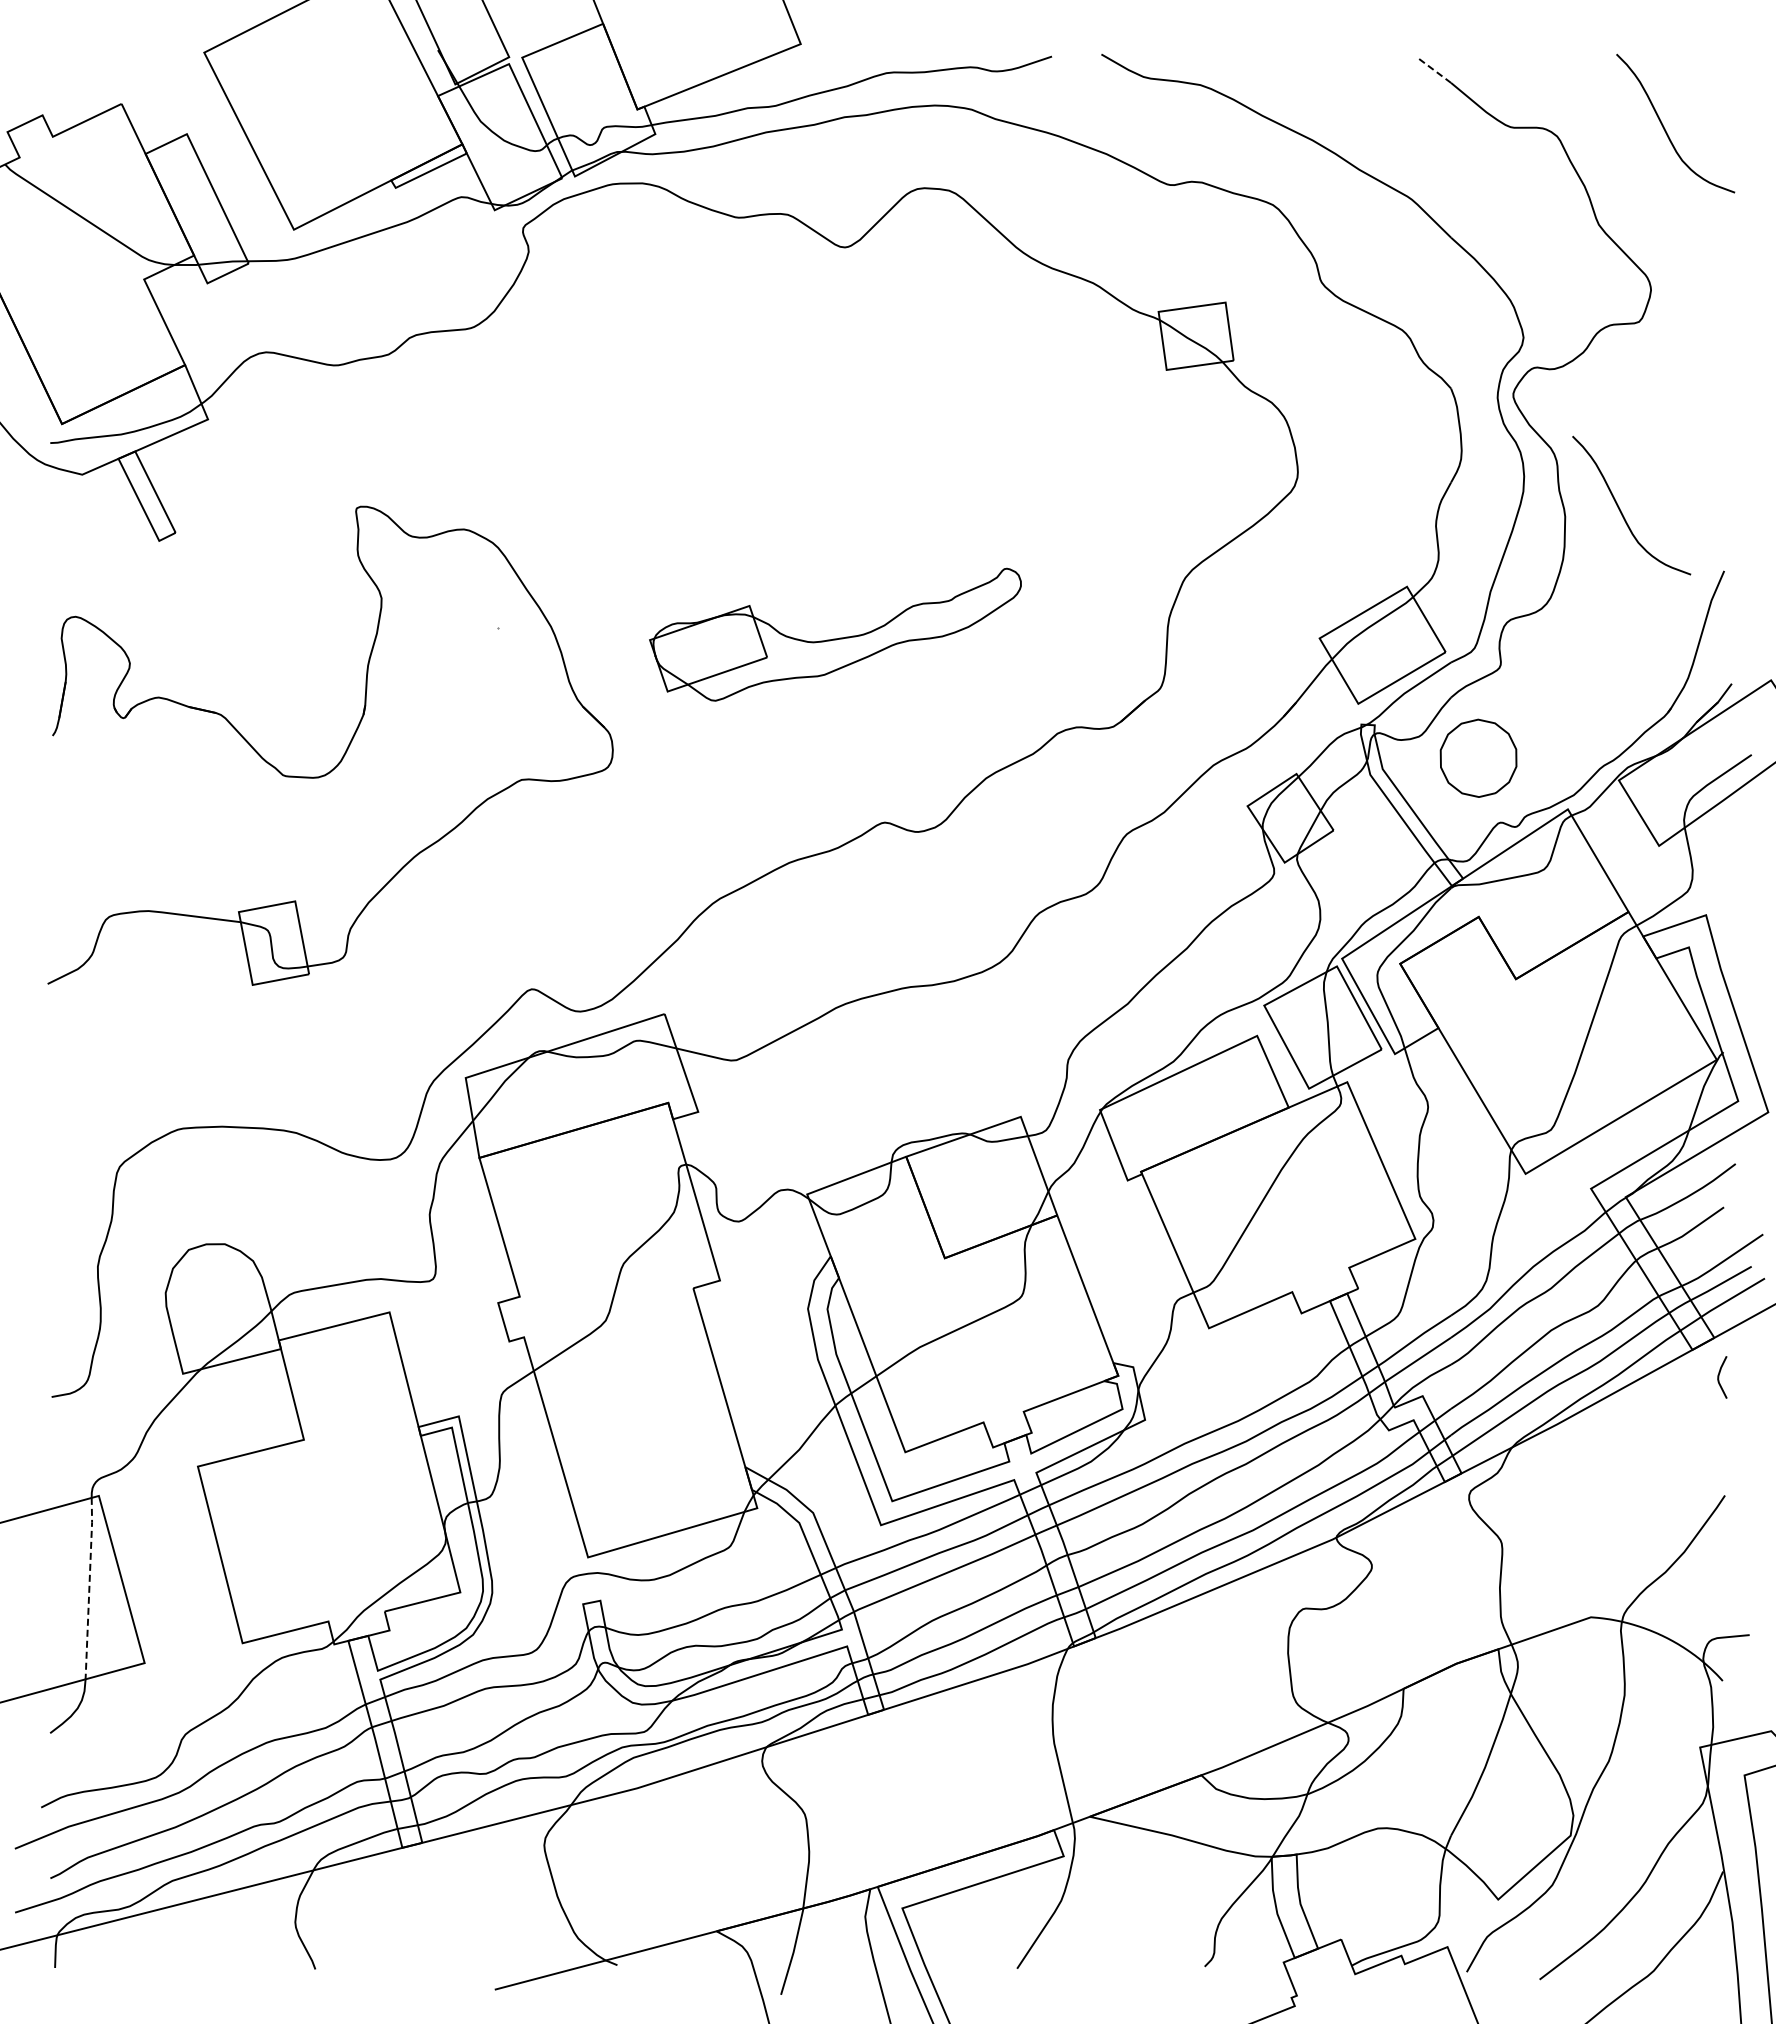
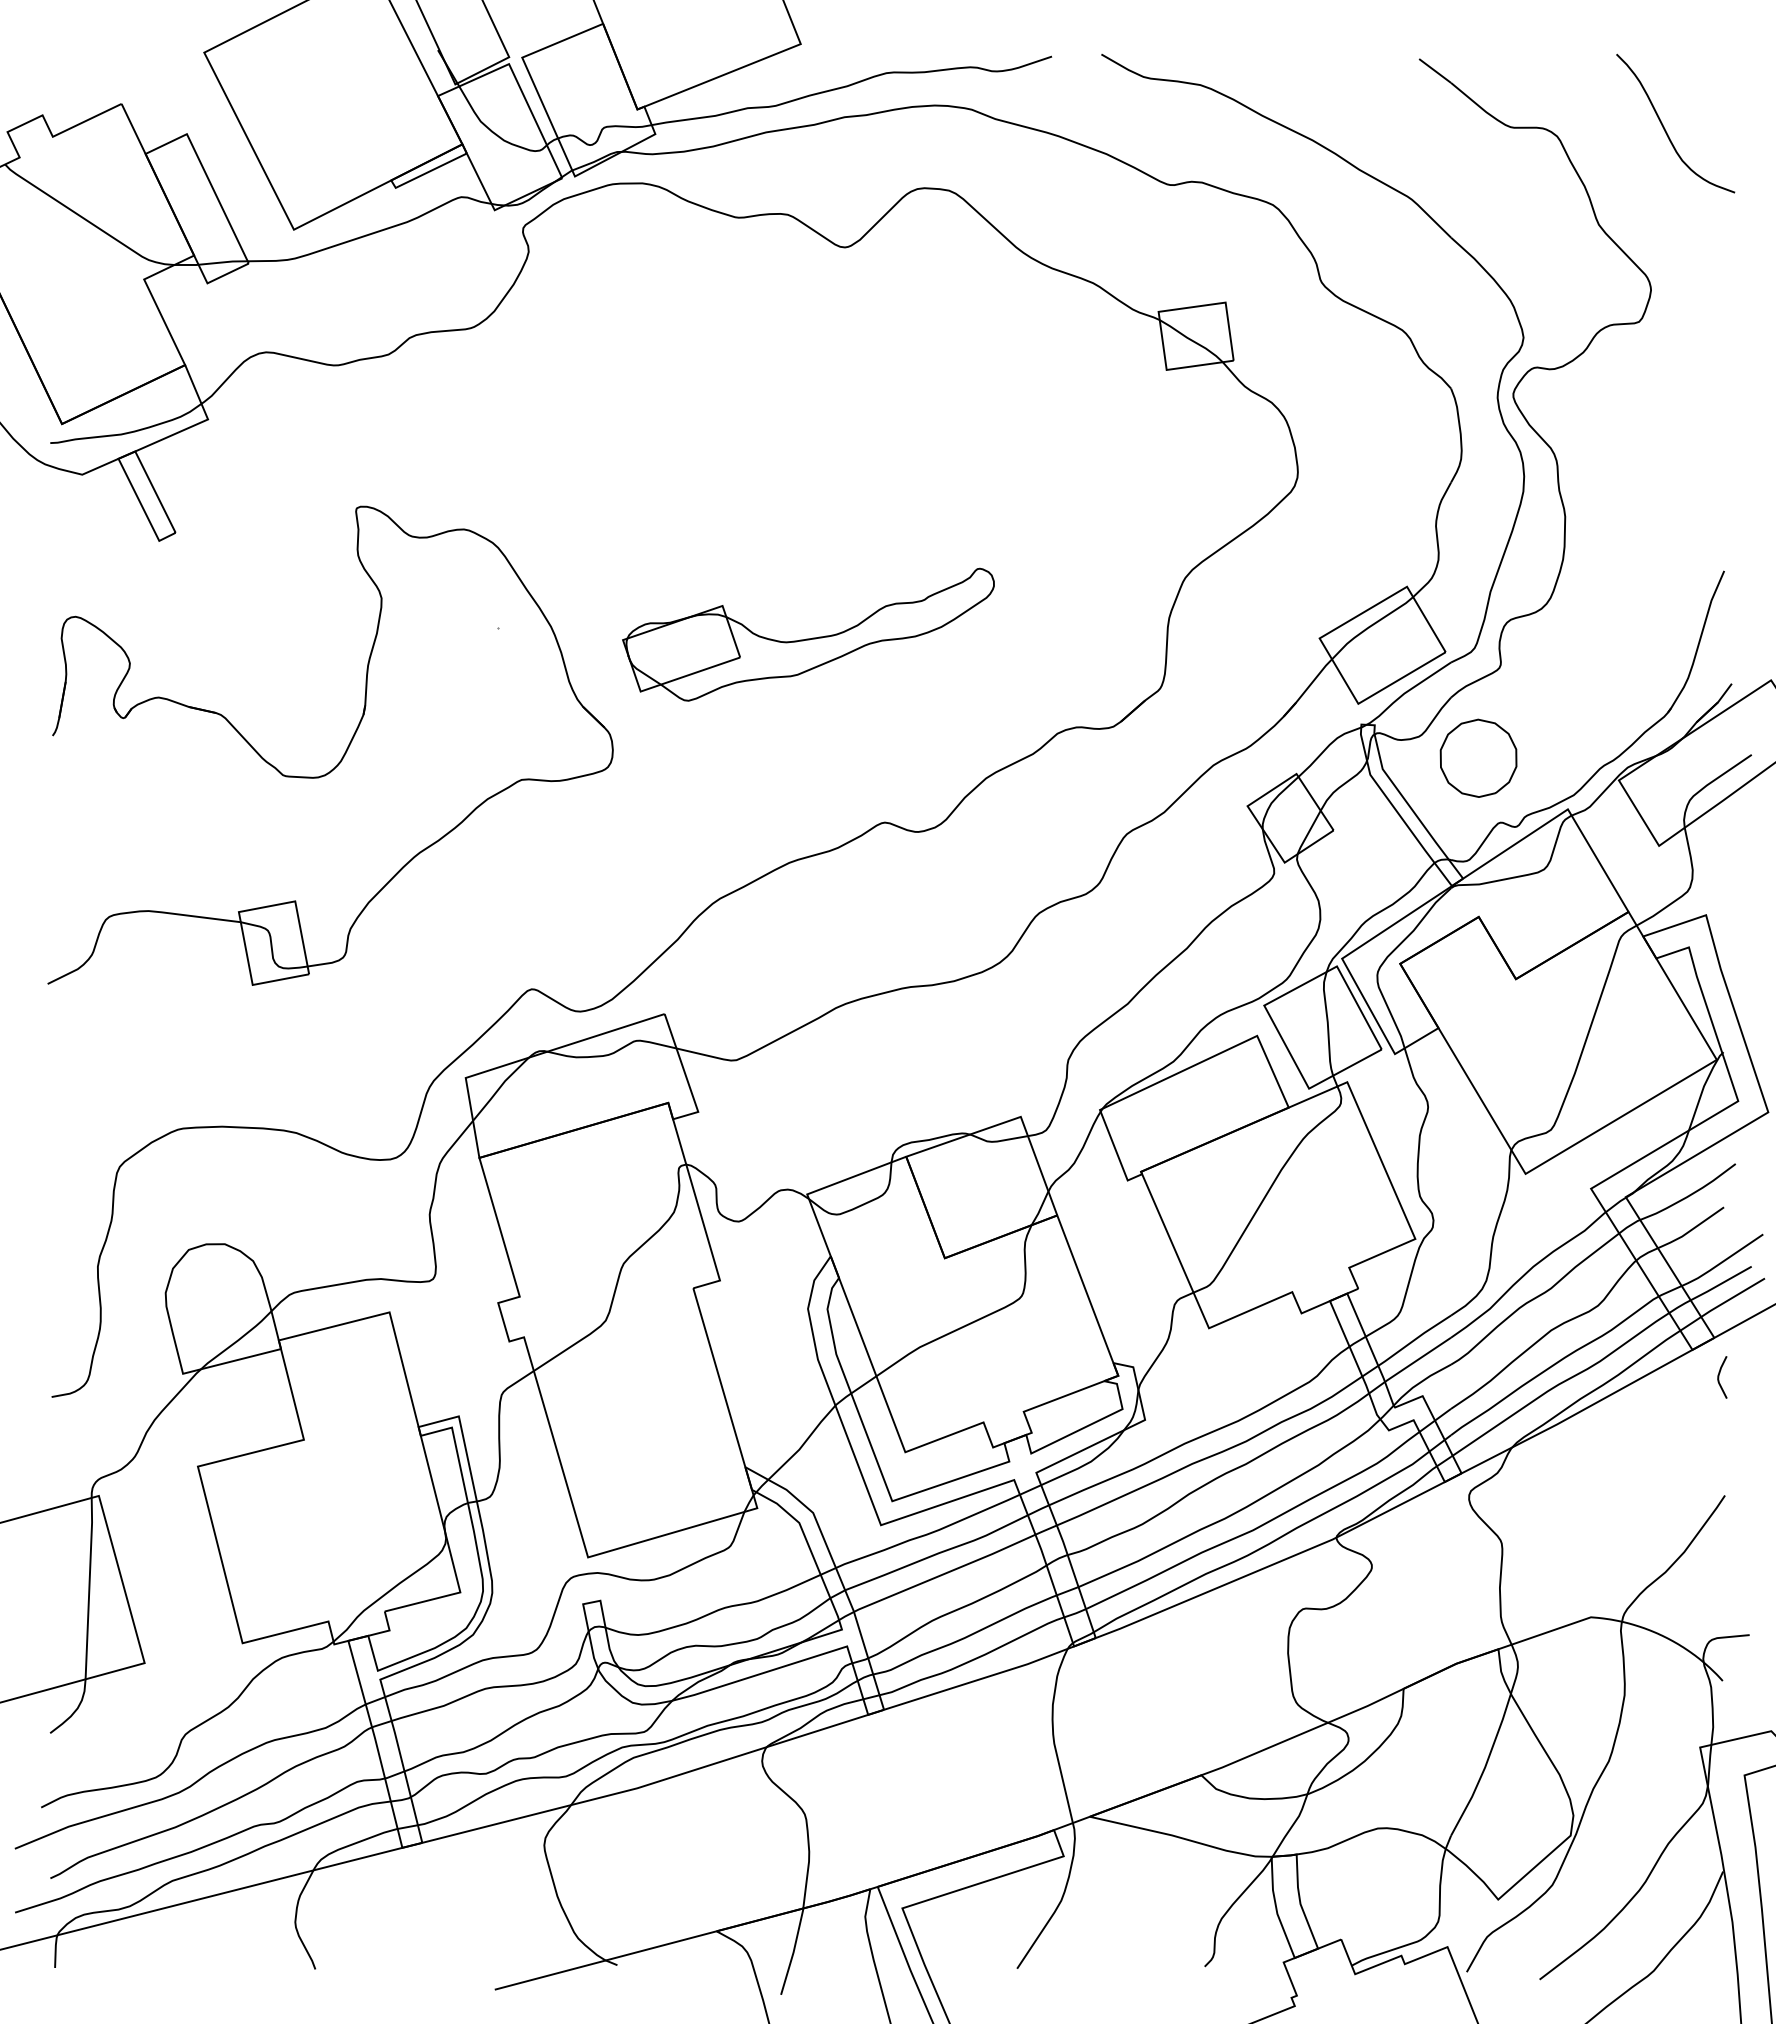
line at (1435, 70): dashed -> solid
curve at (1621, 510): present -> none
part at (835, 634) position: (835, 634) -> (808, 634)
line at (89, 1588): dashed -> solid
